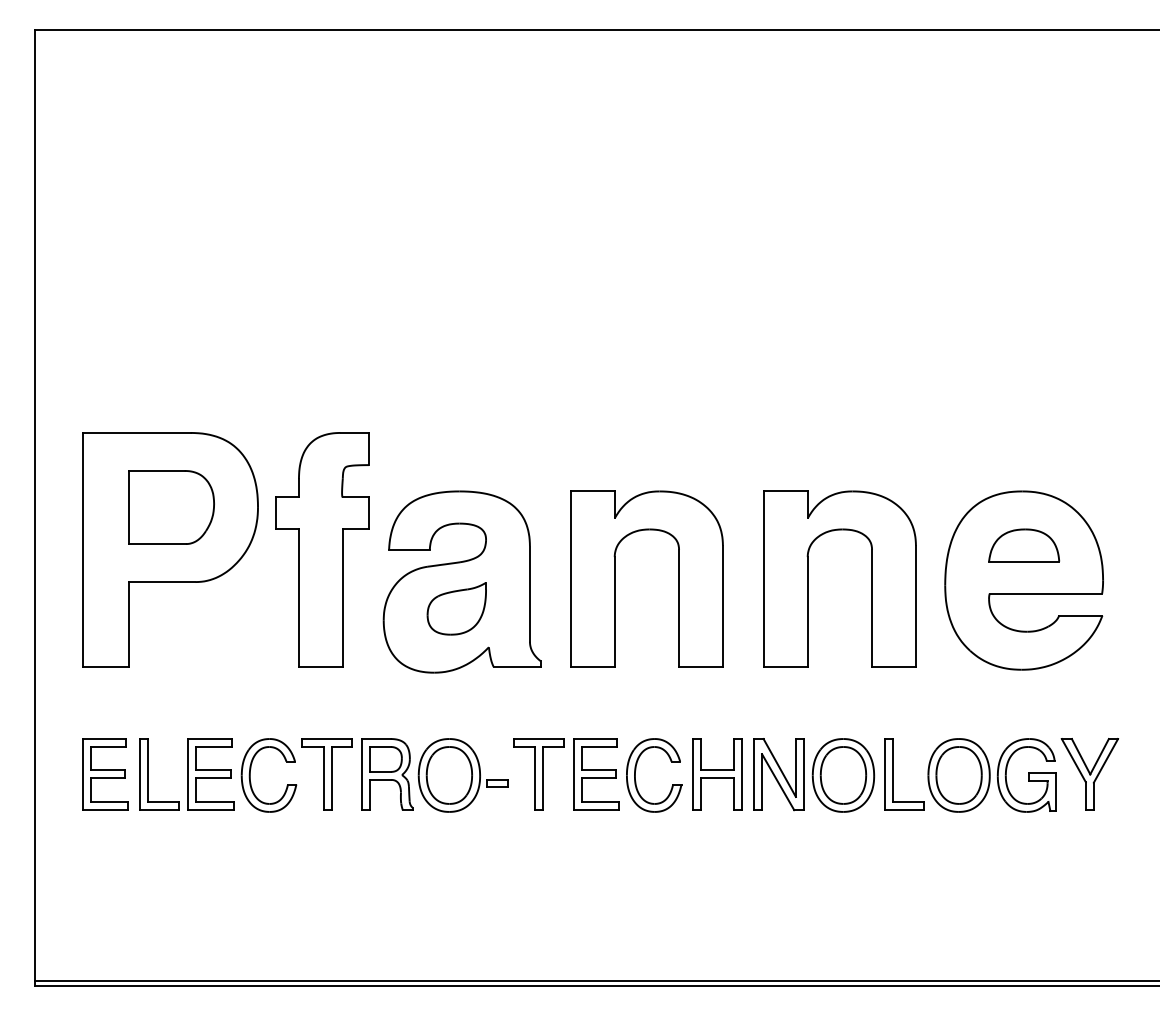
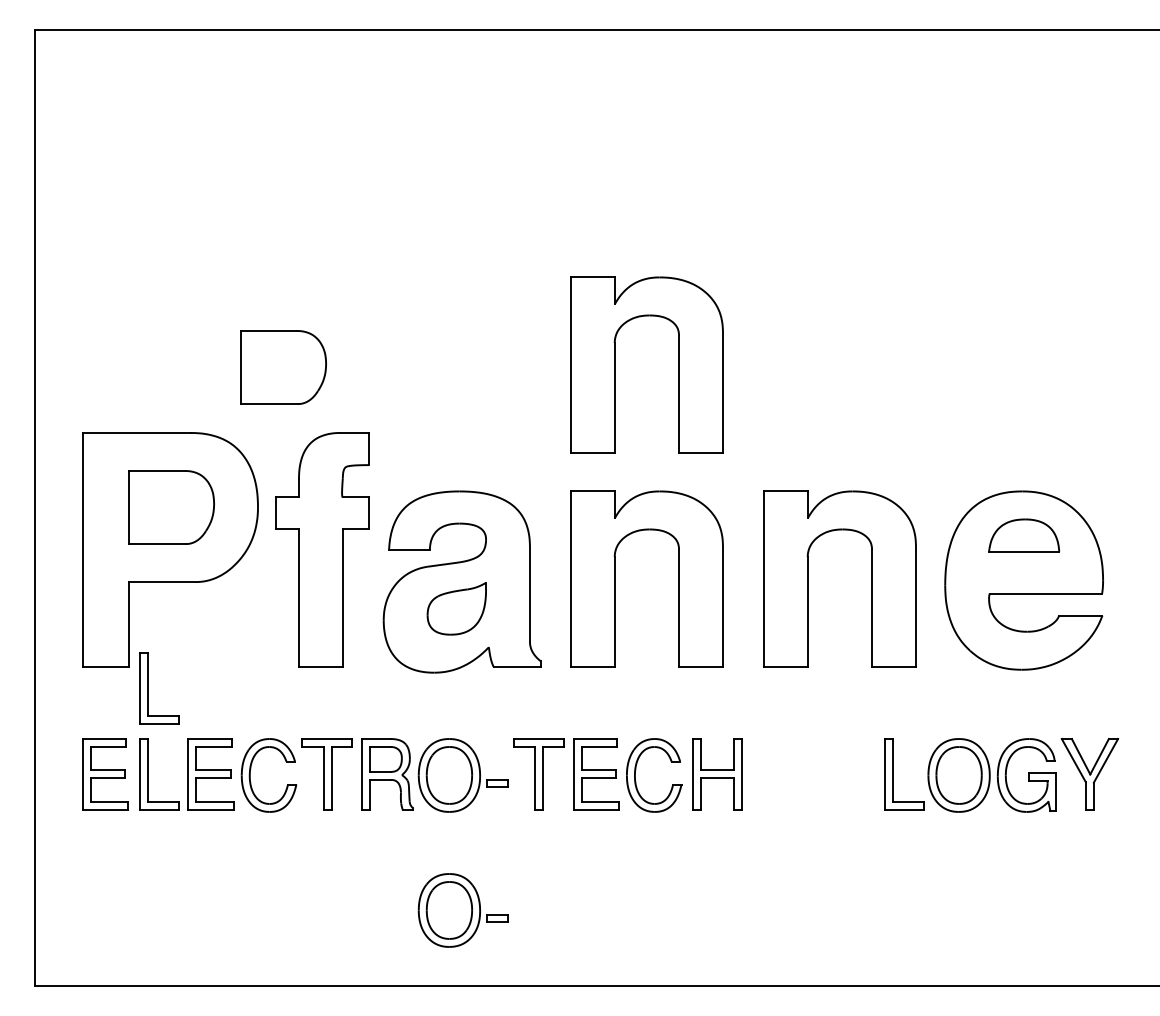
part at (615, 364): none -> present
part at (283, 367): none -> present
part at (1024, 545) position: (1024, 545) -> (1024, 535)
part at (148, 688): none -> present
part at (814, 775): present -> none
part at (462, 910): none -> present
line at (595, 980): present -> none
